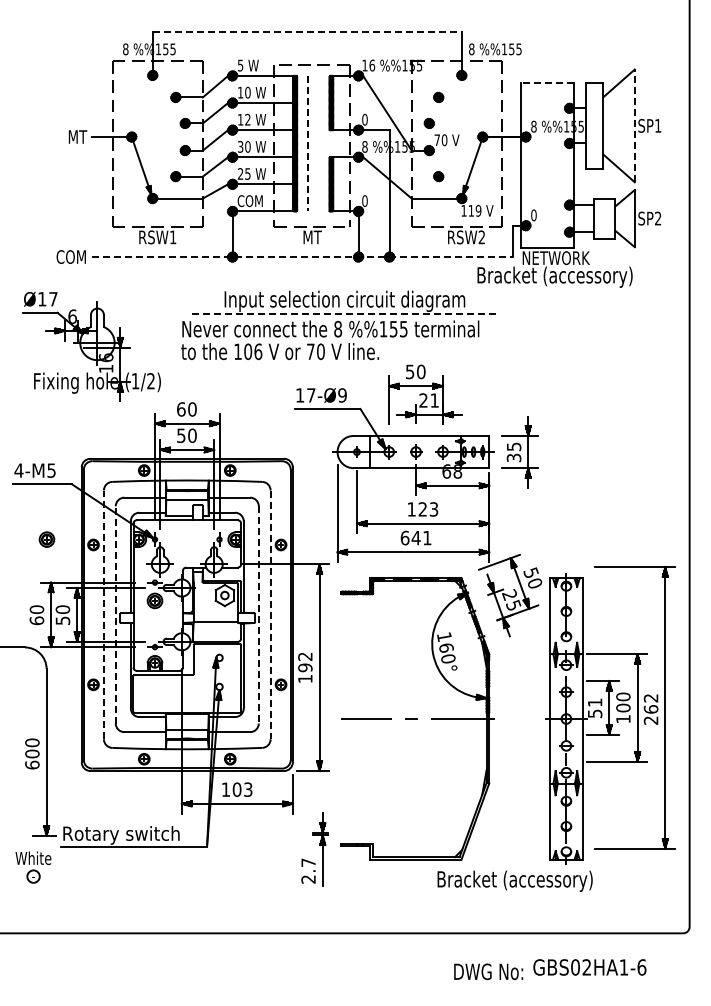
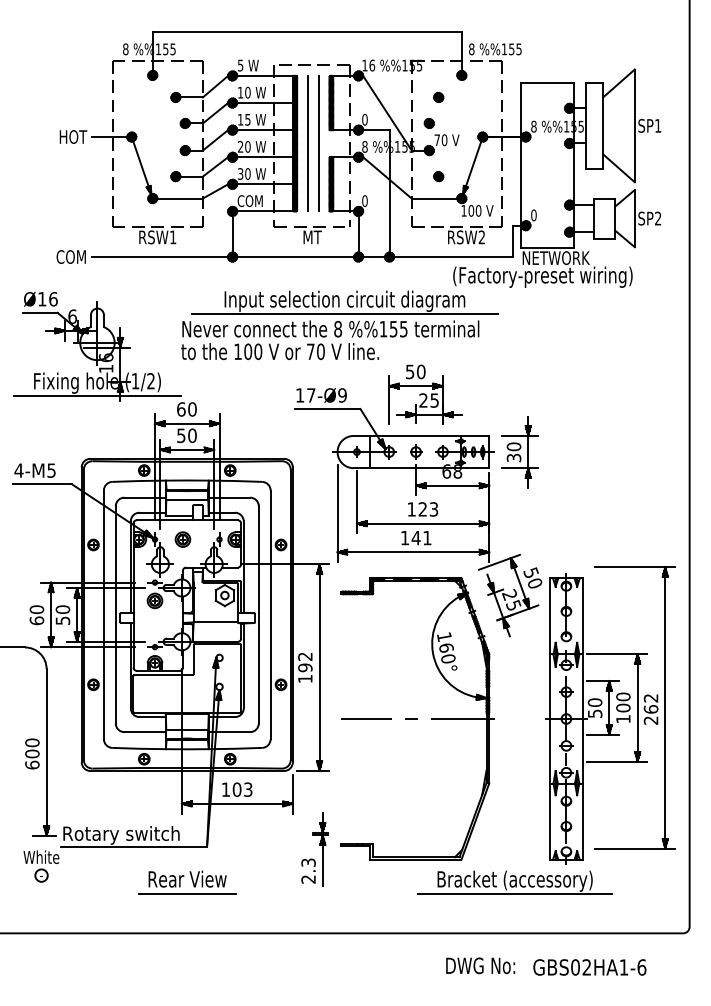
line at (307, 31): dashed -> solid
line at (547, 83): dashed -> solid
text at (247, 119): 12 -> 15
line at (634, 125): dashed -> solid
text at (68, 136): MT -> HOT
line at (307, 143): dashed -> solid
line at (318, 143): none -> present
text at (240, 147): 30 -> 20
text at (244, 173): 25 -> 30
text at (474, 210): 119 -> 100
line at (303, 257): dashed -> solid
text at (540, 276): Bracket (accessory) -> (Factory-preset wiring)
text at (53, 299): Ø17 -> Ø16
line at (344, 313): dashed -> solid
text at (258, 351): 106 -> 100
line at (97, 395): none -> present
text at (434, 400): 21 -> 25
text at (513, 446): 35 -> 30
text at (404, 537): 641 -> 141
part at (46, 539) position: (46, 539) -> (182, 539)
line at (103, 614): dashed -> solid
line at (115, 614): dashed -> solid
line at (258, 614): dashed -> solid
line at (270, 615): dashed -> solid
text at (594, 702): 51 -> 50
text at (308, 862): 2.7 -> 2.3
part at (33, 867) position: (33, 867) -> (41, 866)
part at (187, 882): none -> present
line at (514, 893): none -> present
text at (488, 971) position: (488, 971) -> (480, 965)
